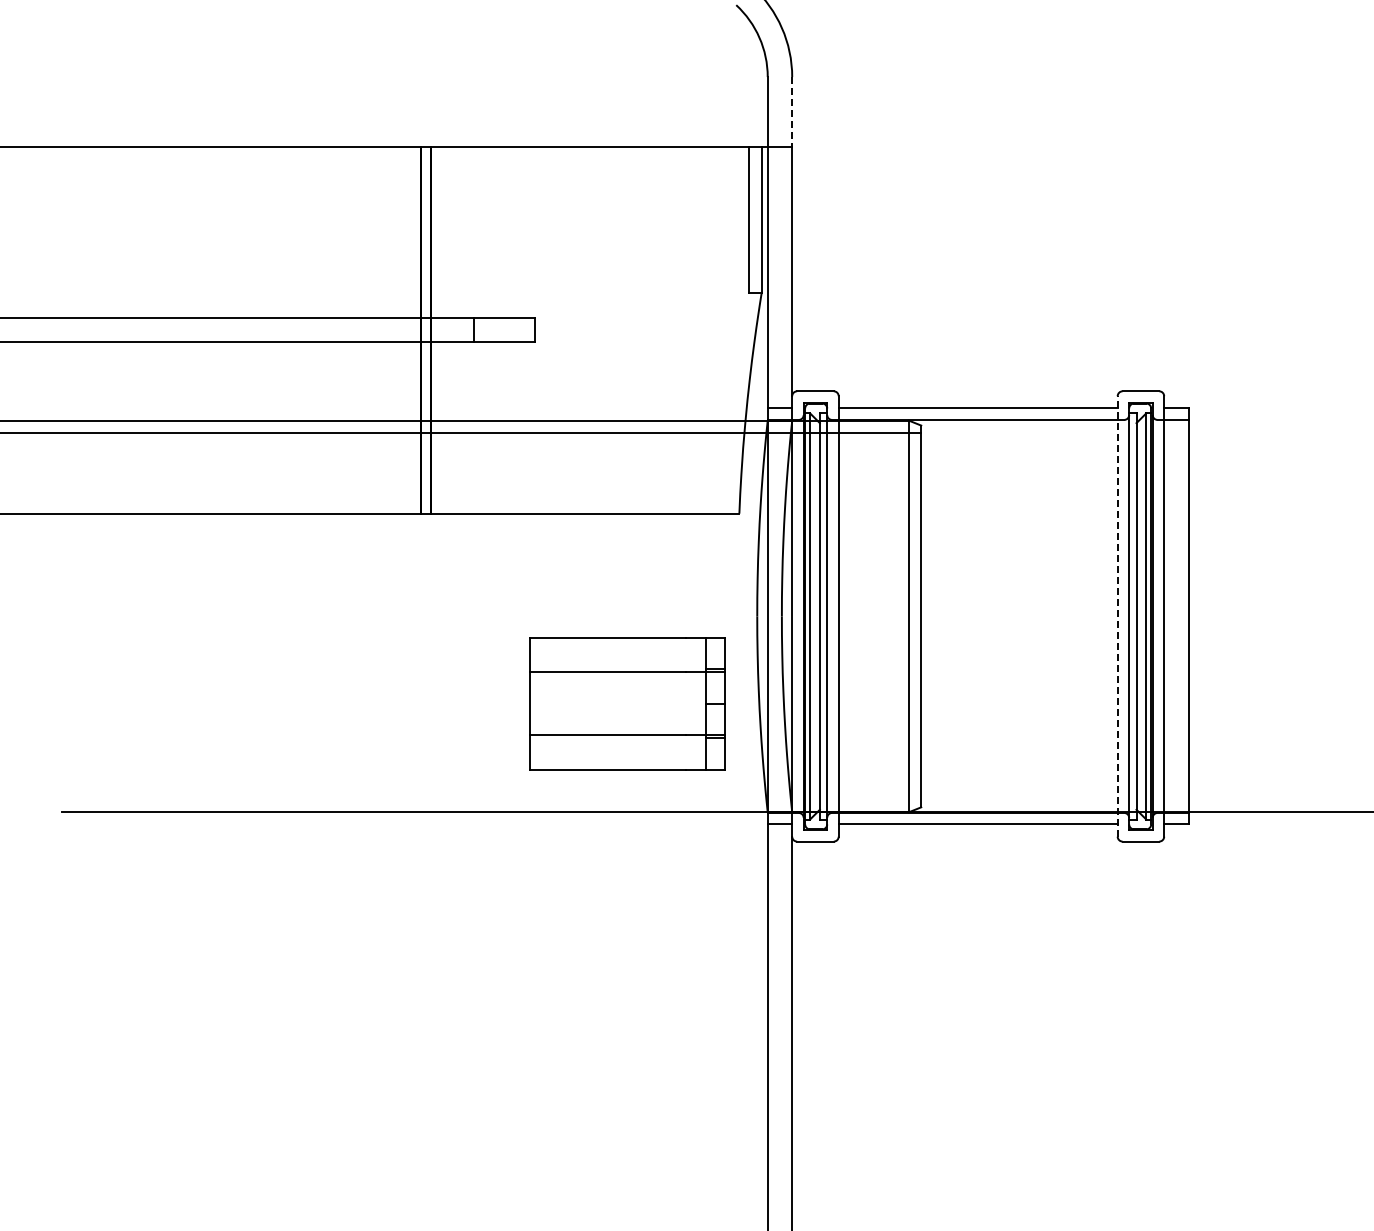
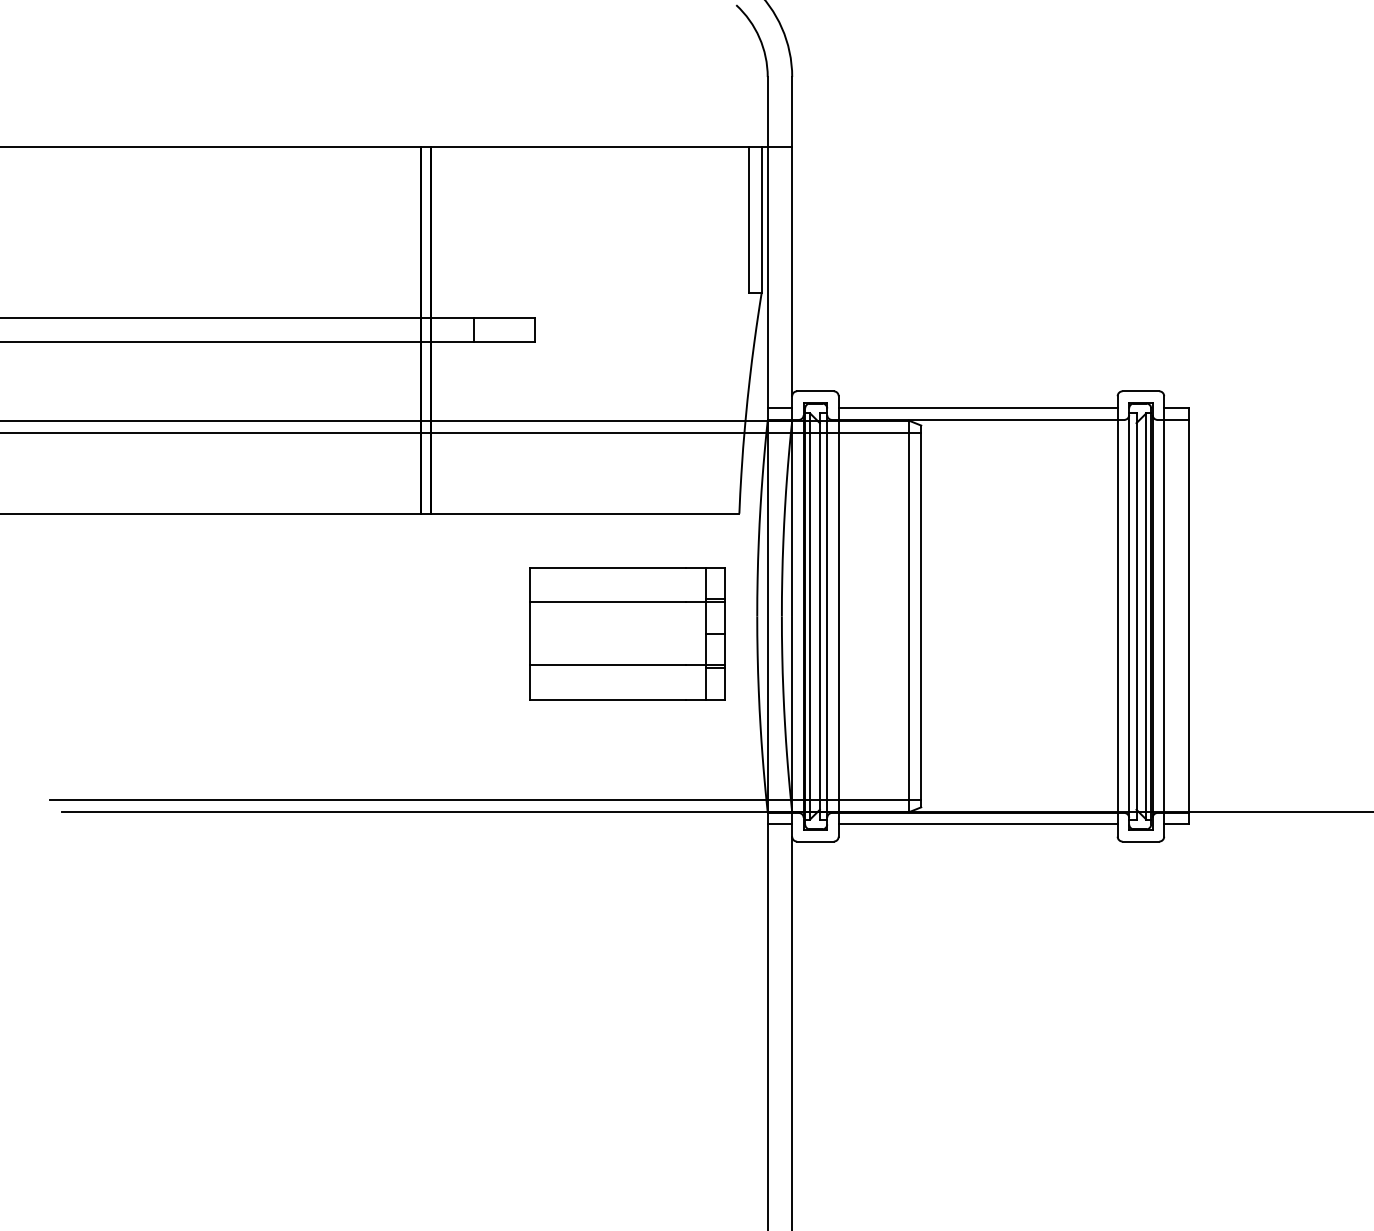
line at (792, 111): dashed -> solid
line at (1117, 615): dashed -> solid
part at (627, 703) position: (627, 703) -> (627, 633)
line at (485, 800): none -> present
